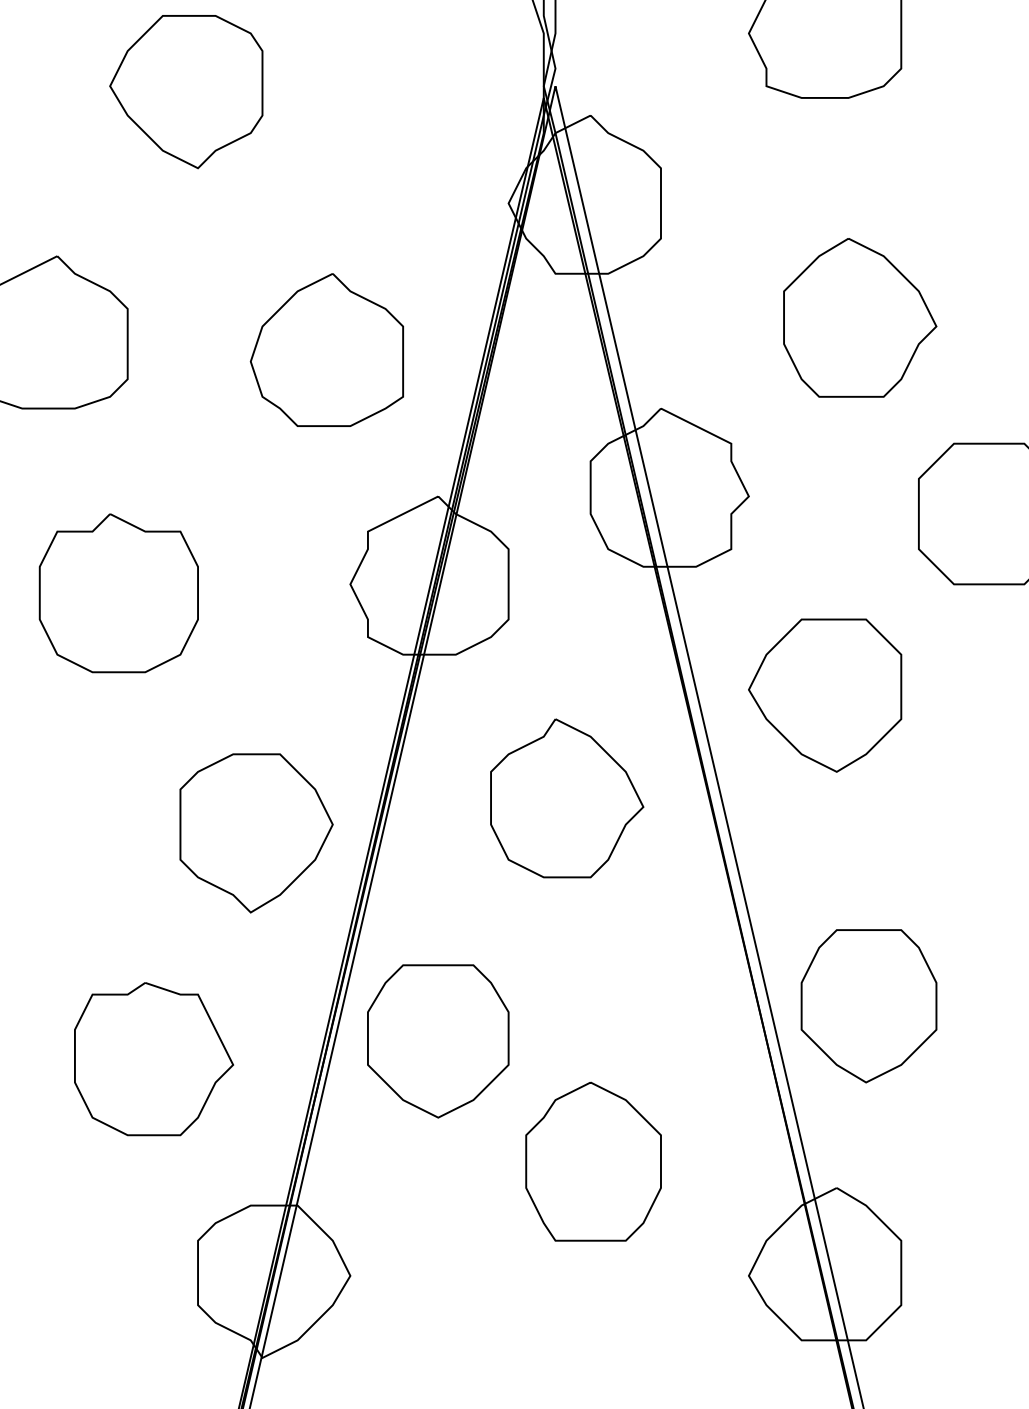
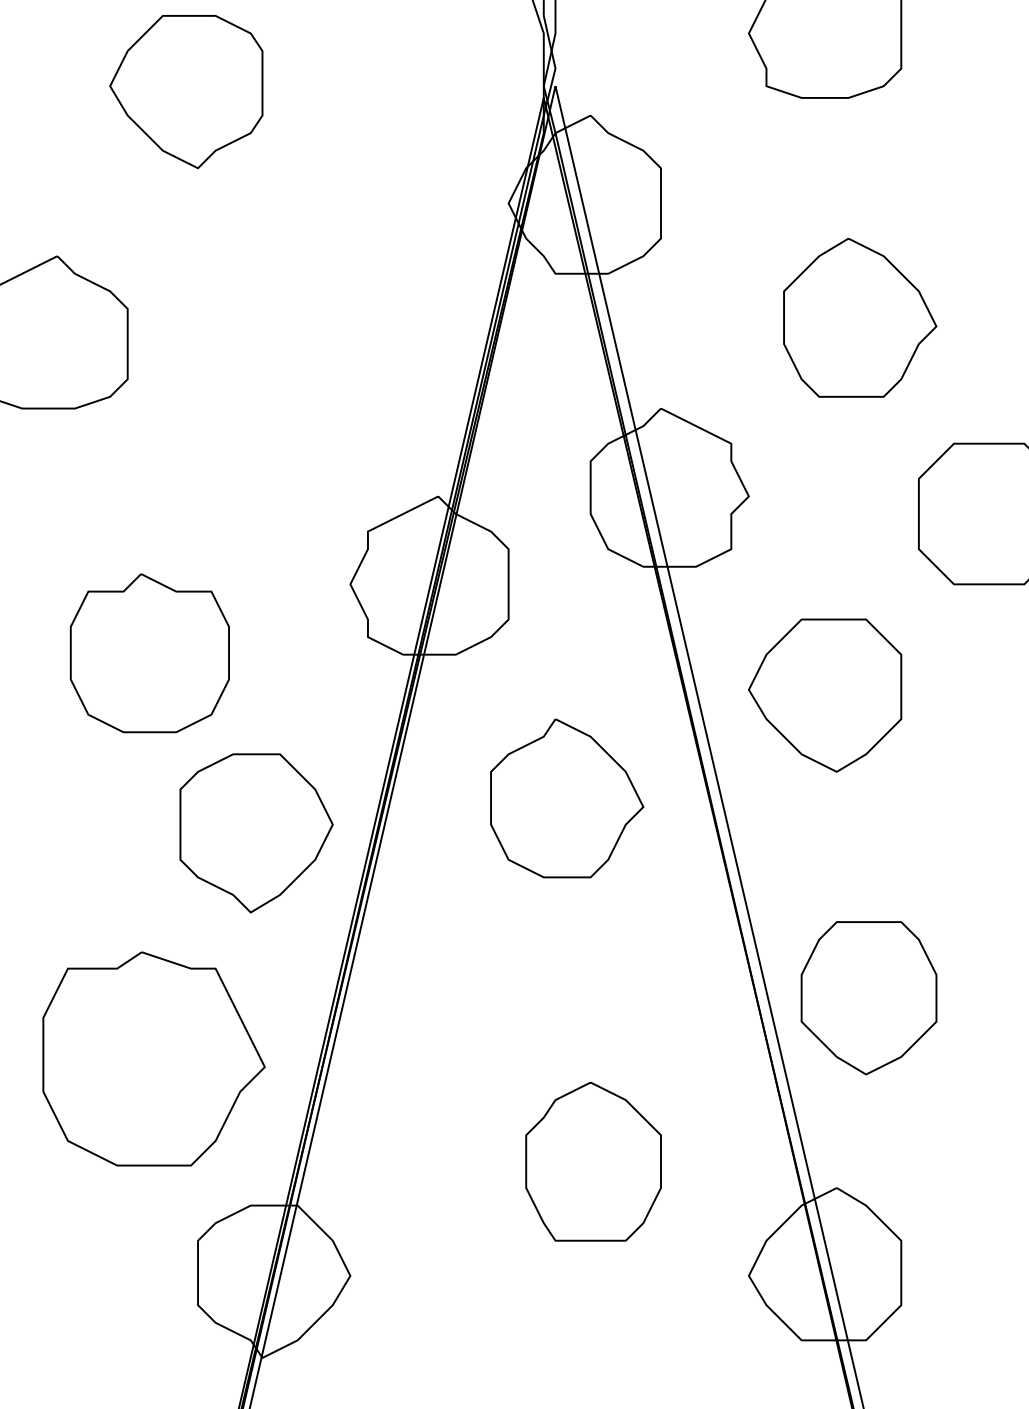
part at (326, 349): present -> none
part at (118, 593) position: (118, 593) -> (149, 653)
part at (868, 1006) position: (868, 1006) -> (868, 998)
part at (438, 1041): present -> none
part at (153, 1059) size: 160x155 px -> 224x216 px
